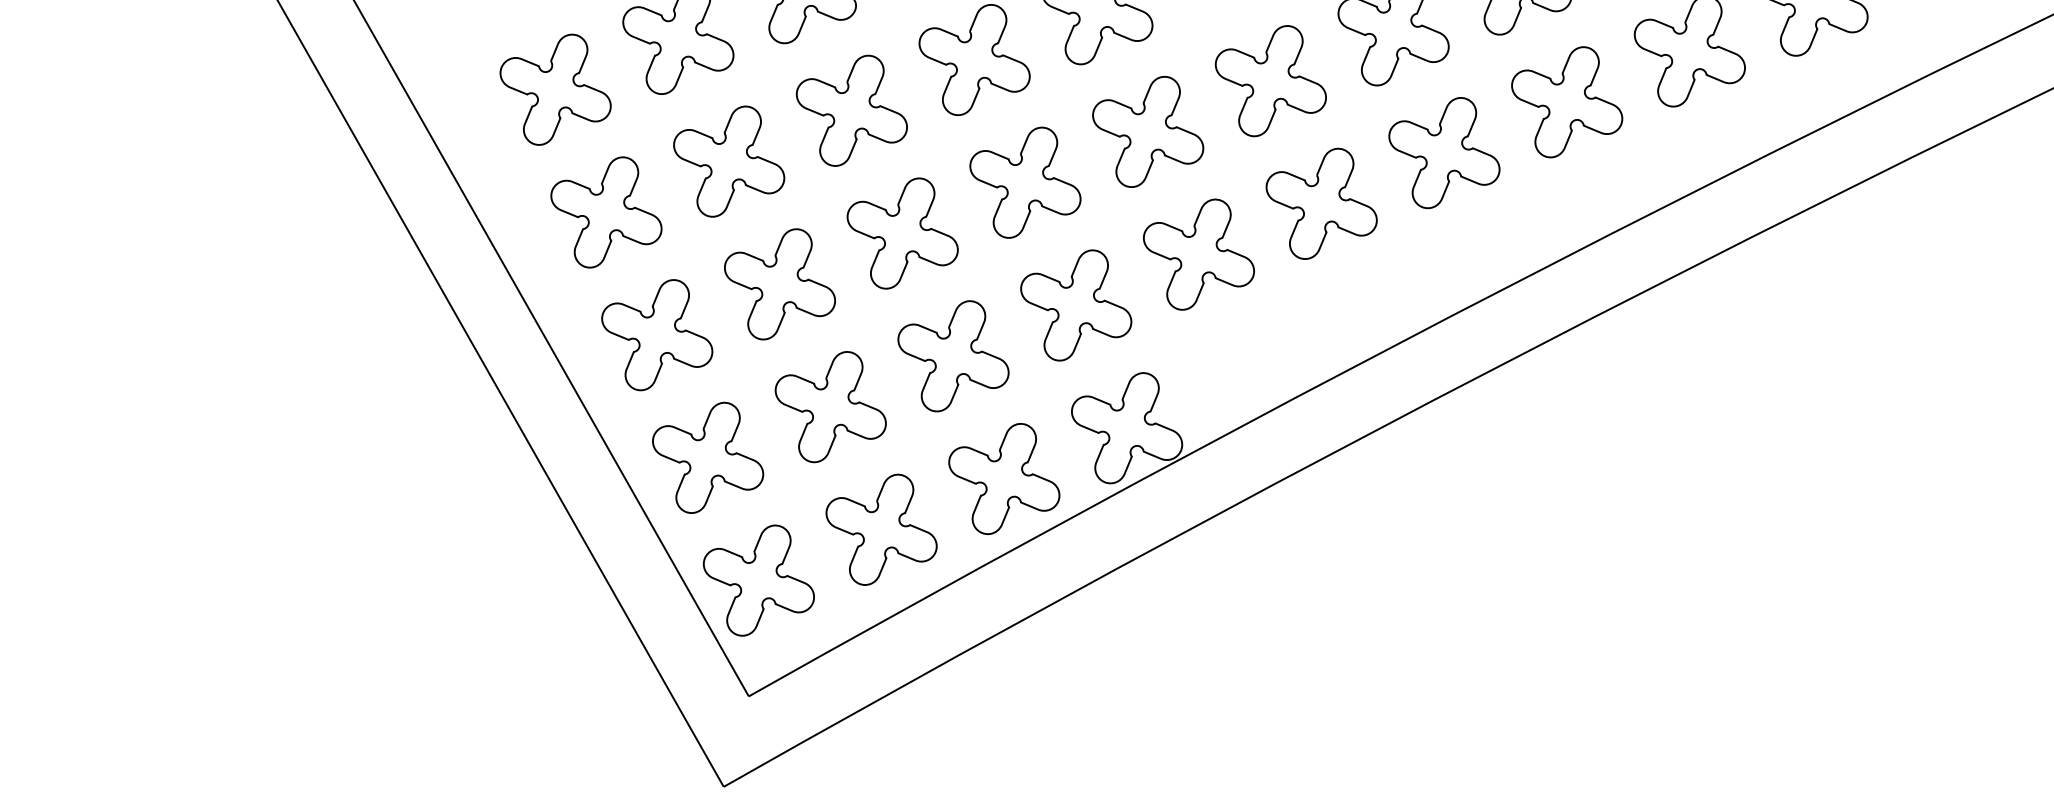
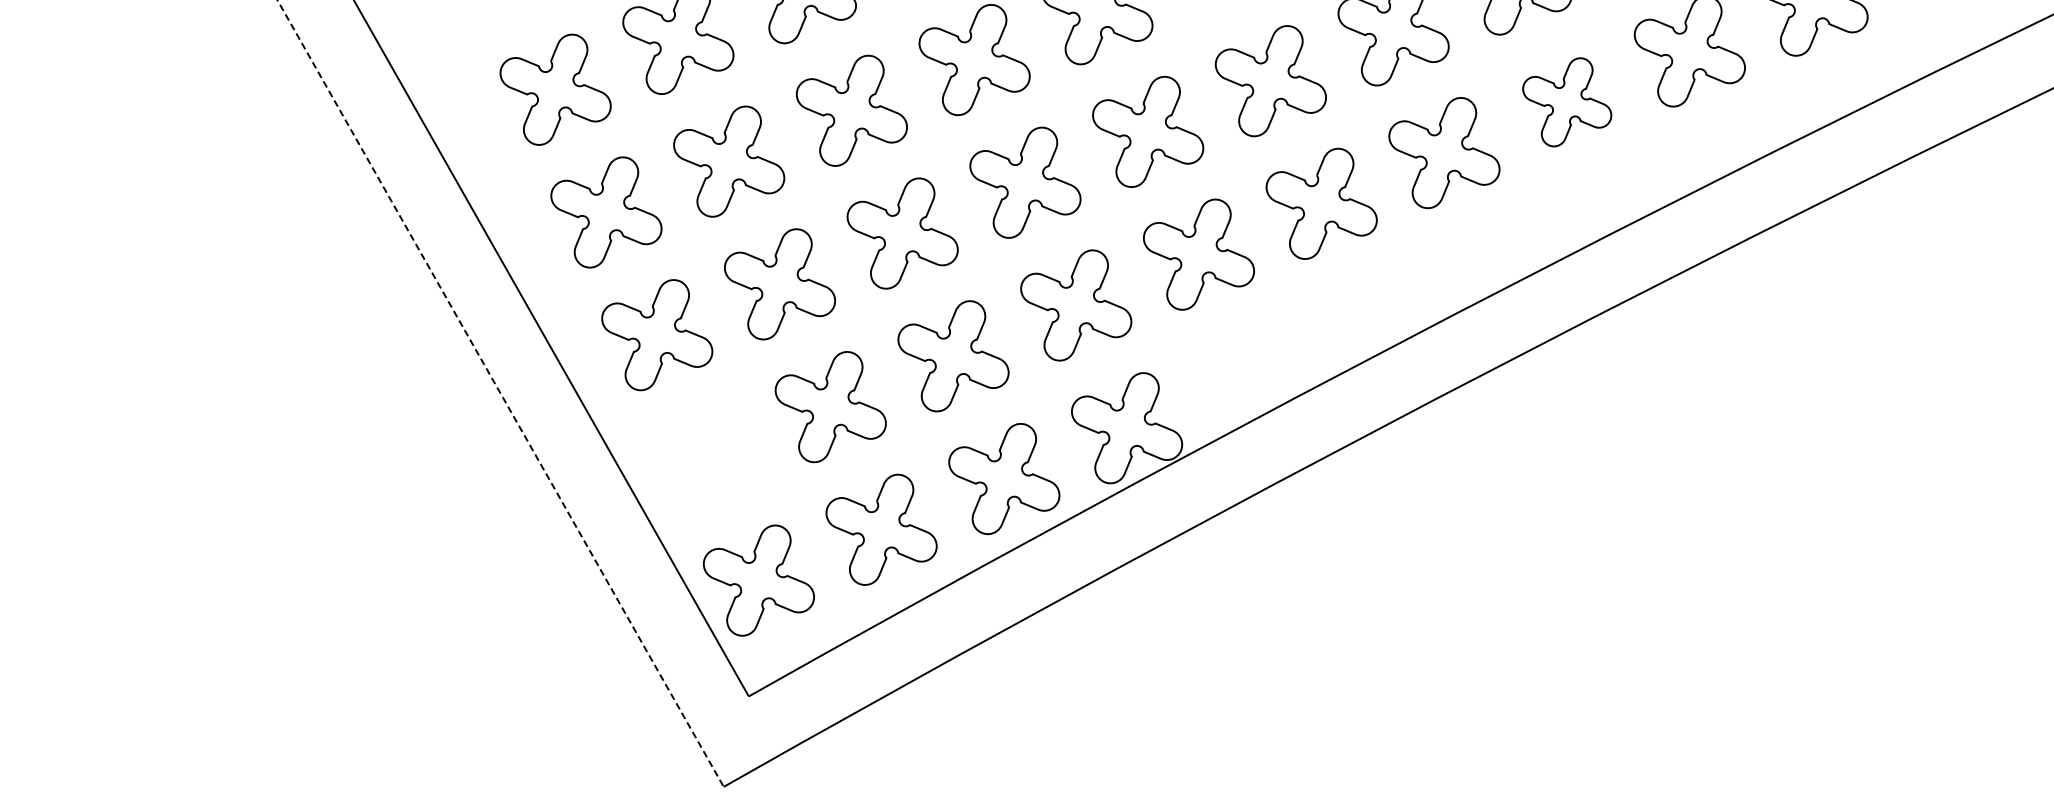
part at (1567, 102) size: 113x113 px -> 91x91 px
line at (500, 394): solid -> dashed
part at (708, 457): present -> none
